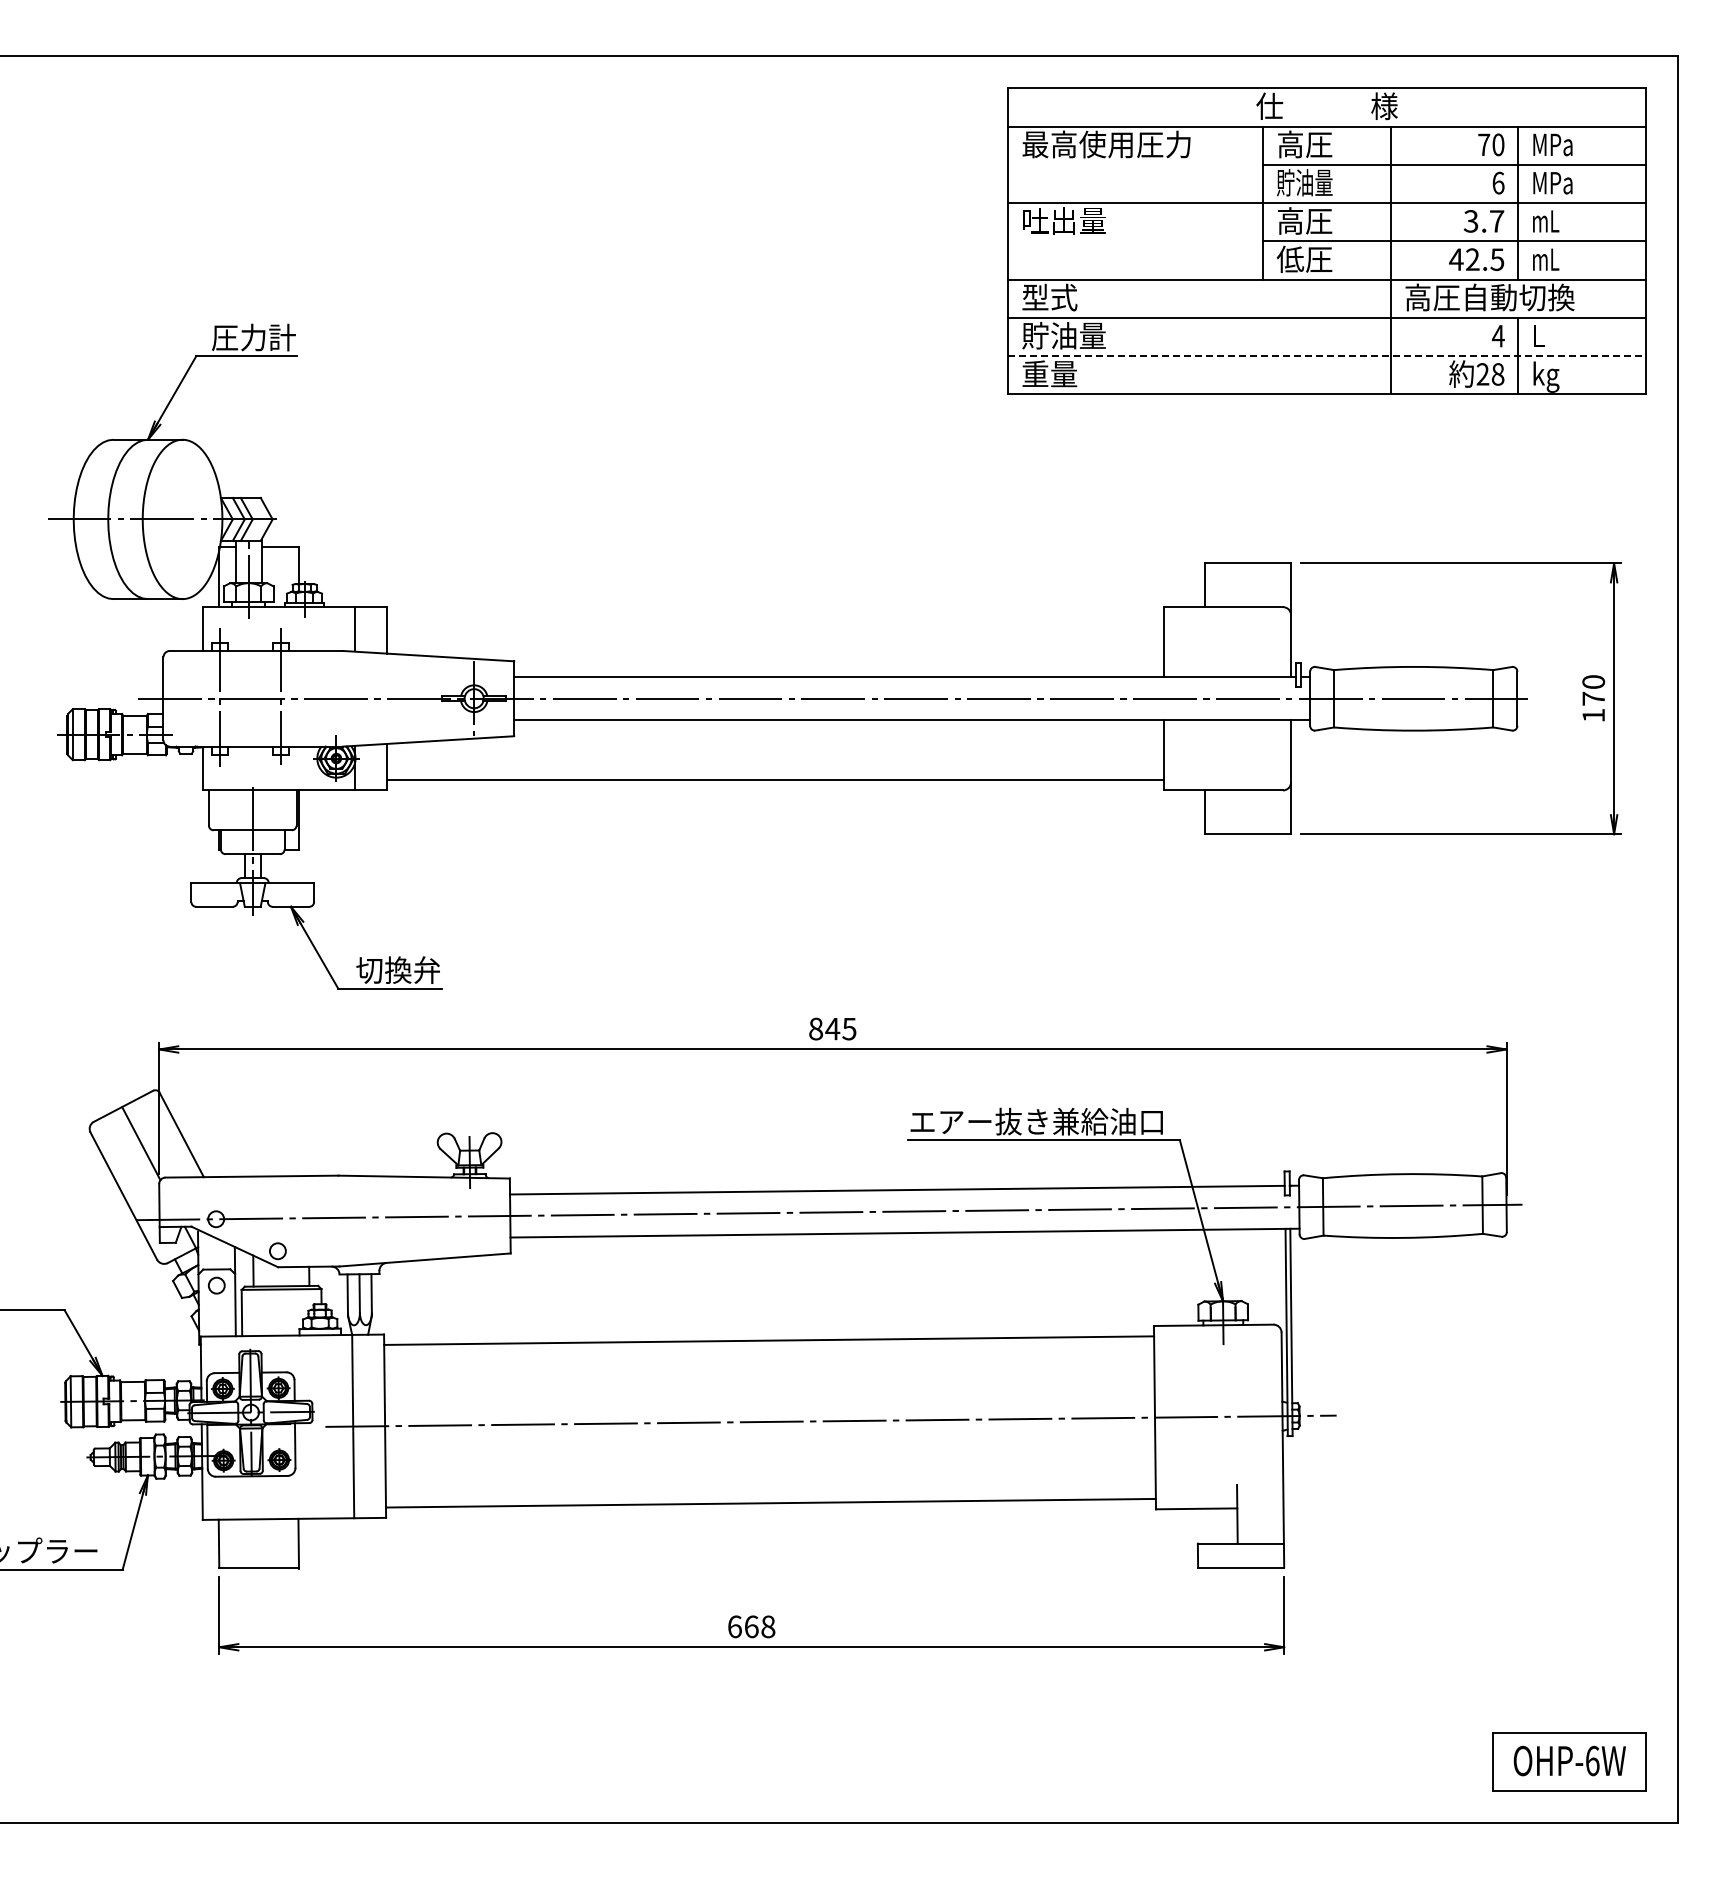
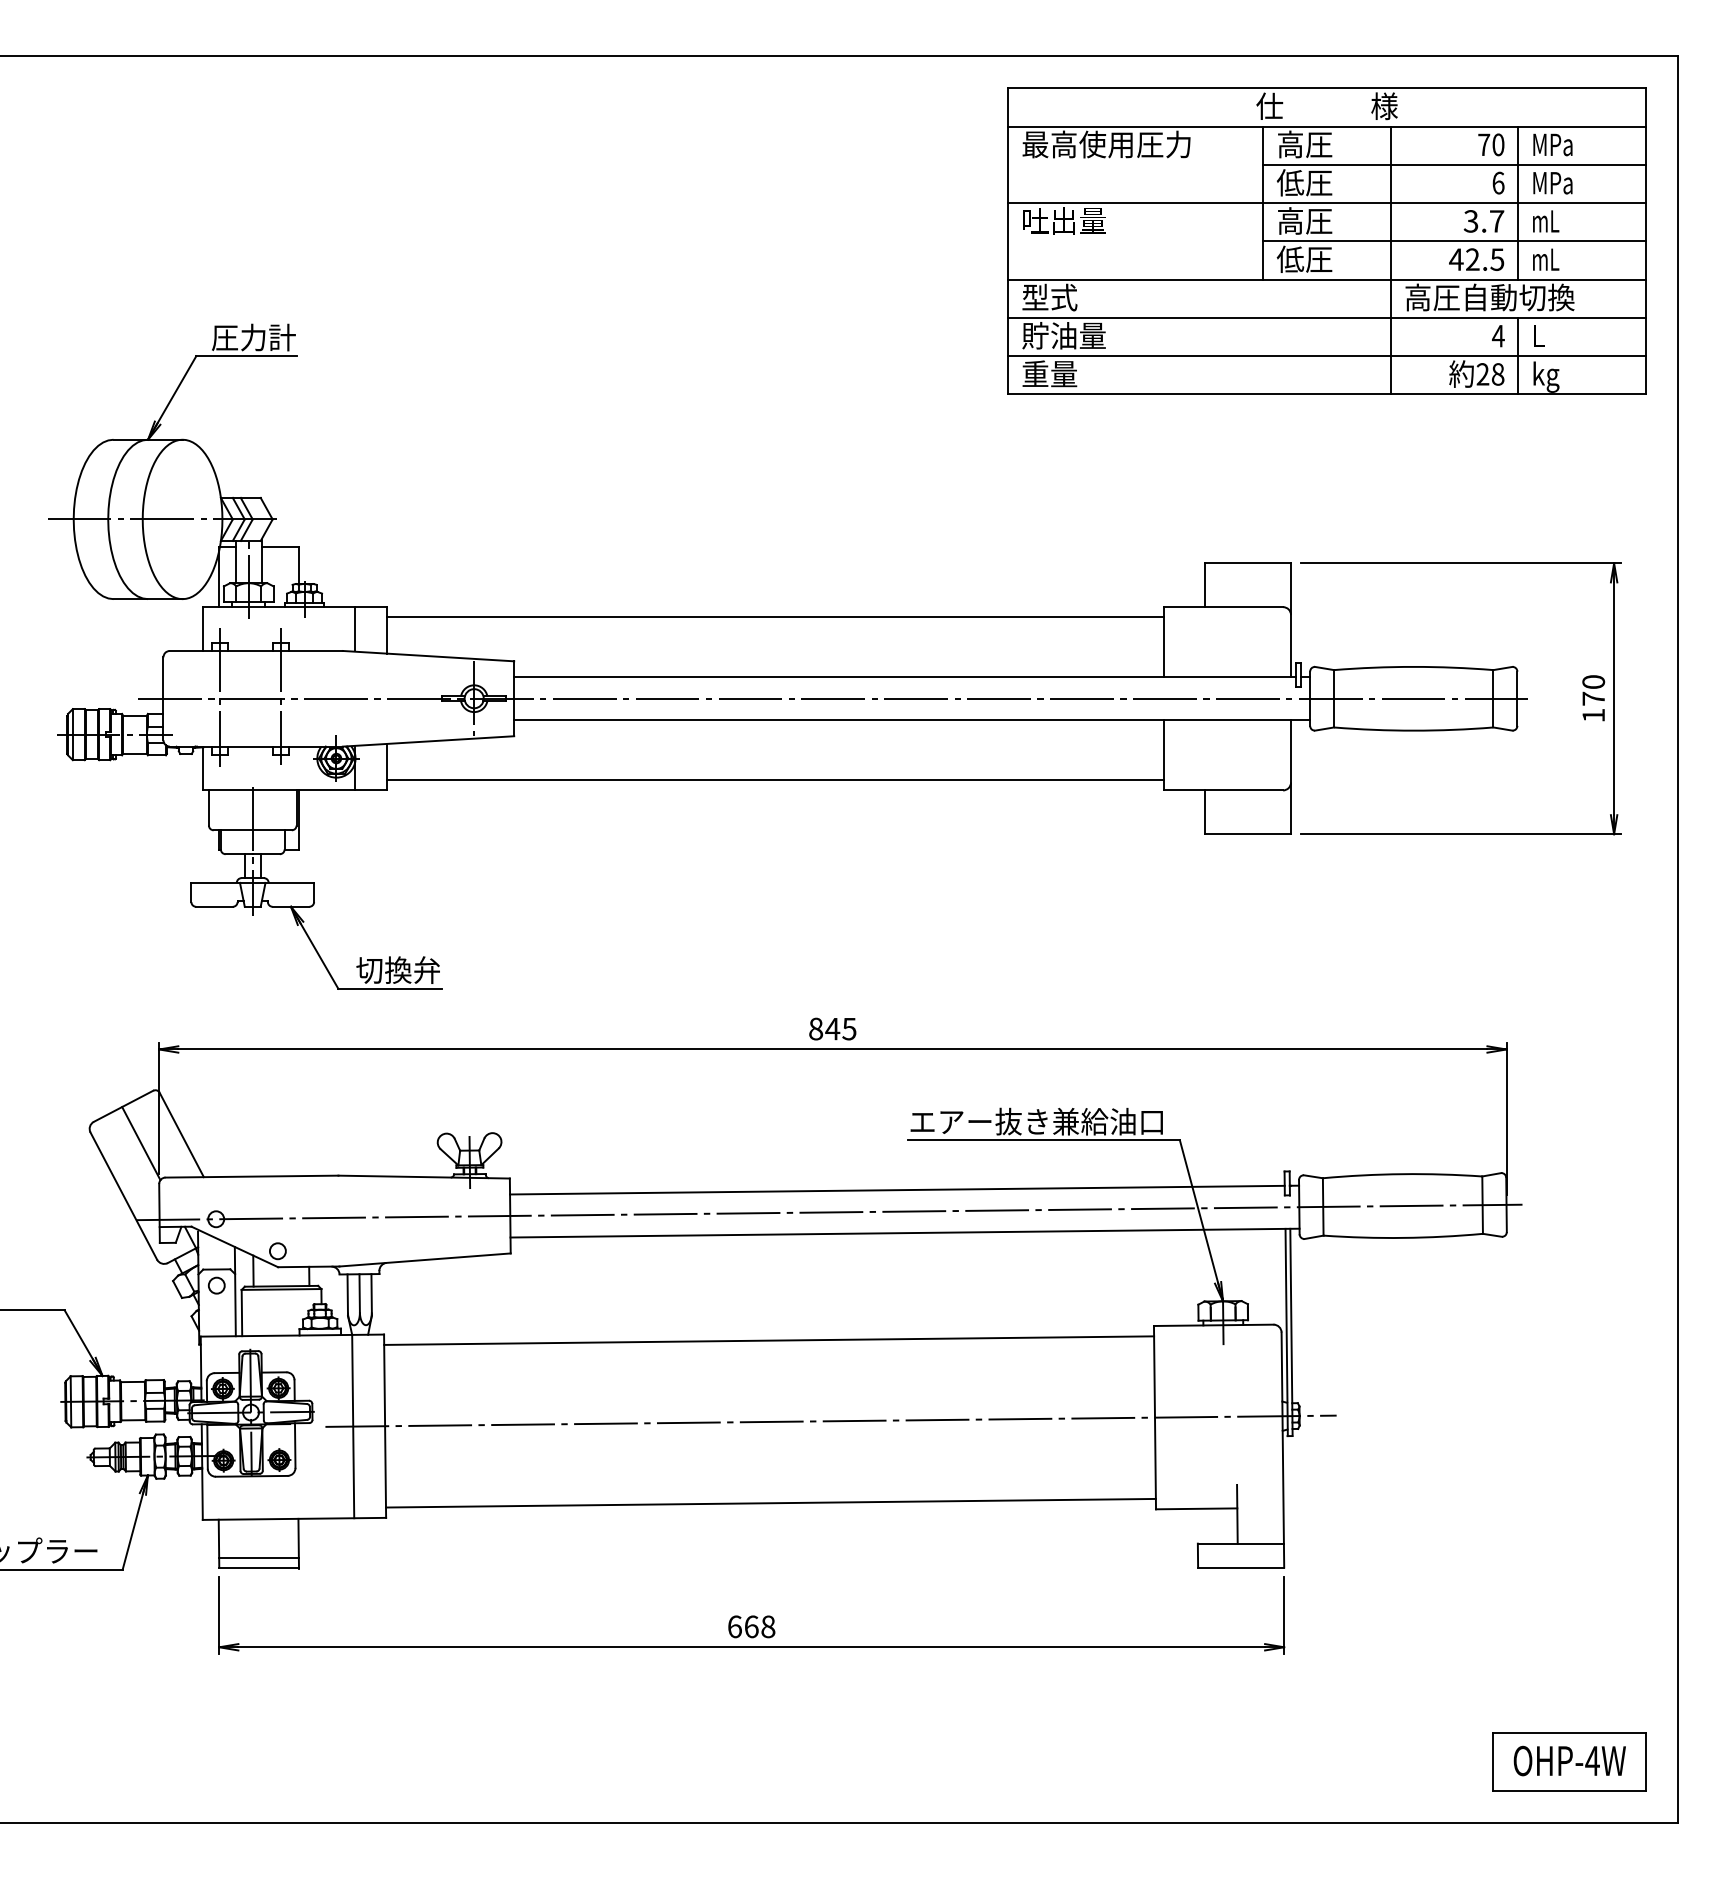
text at (1304, 182): 貯油量 -> 低圧
line at (1327, 356): dashed -> solid
line at (774, 617): none -> present
line at (258, 1558): none -> present
text at (1592, 1760): OHP-6W -> OHP-4W
